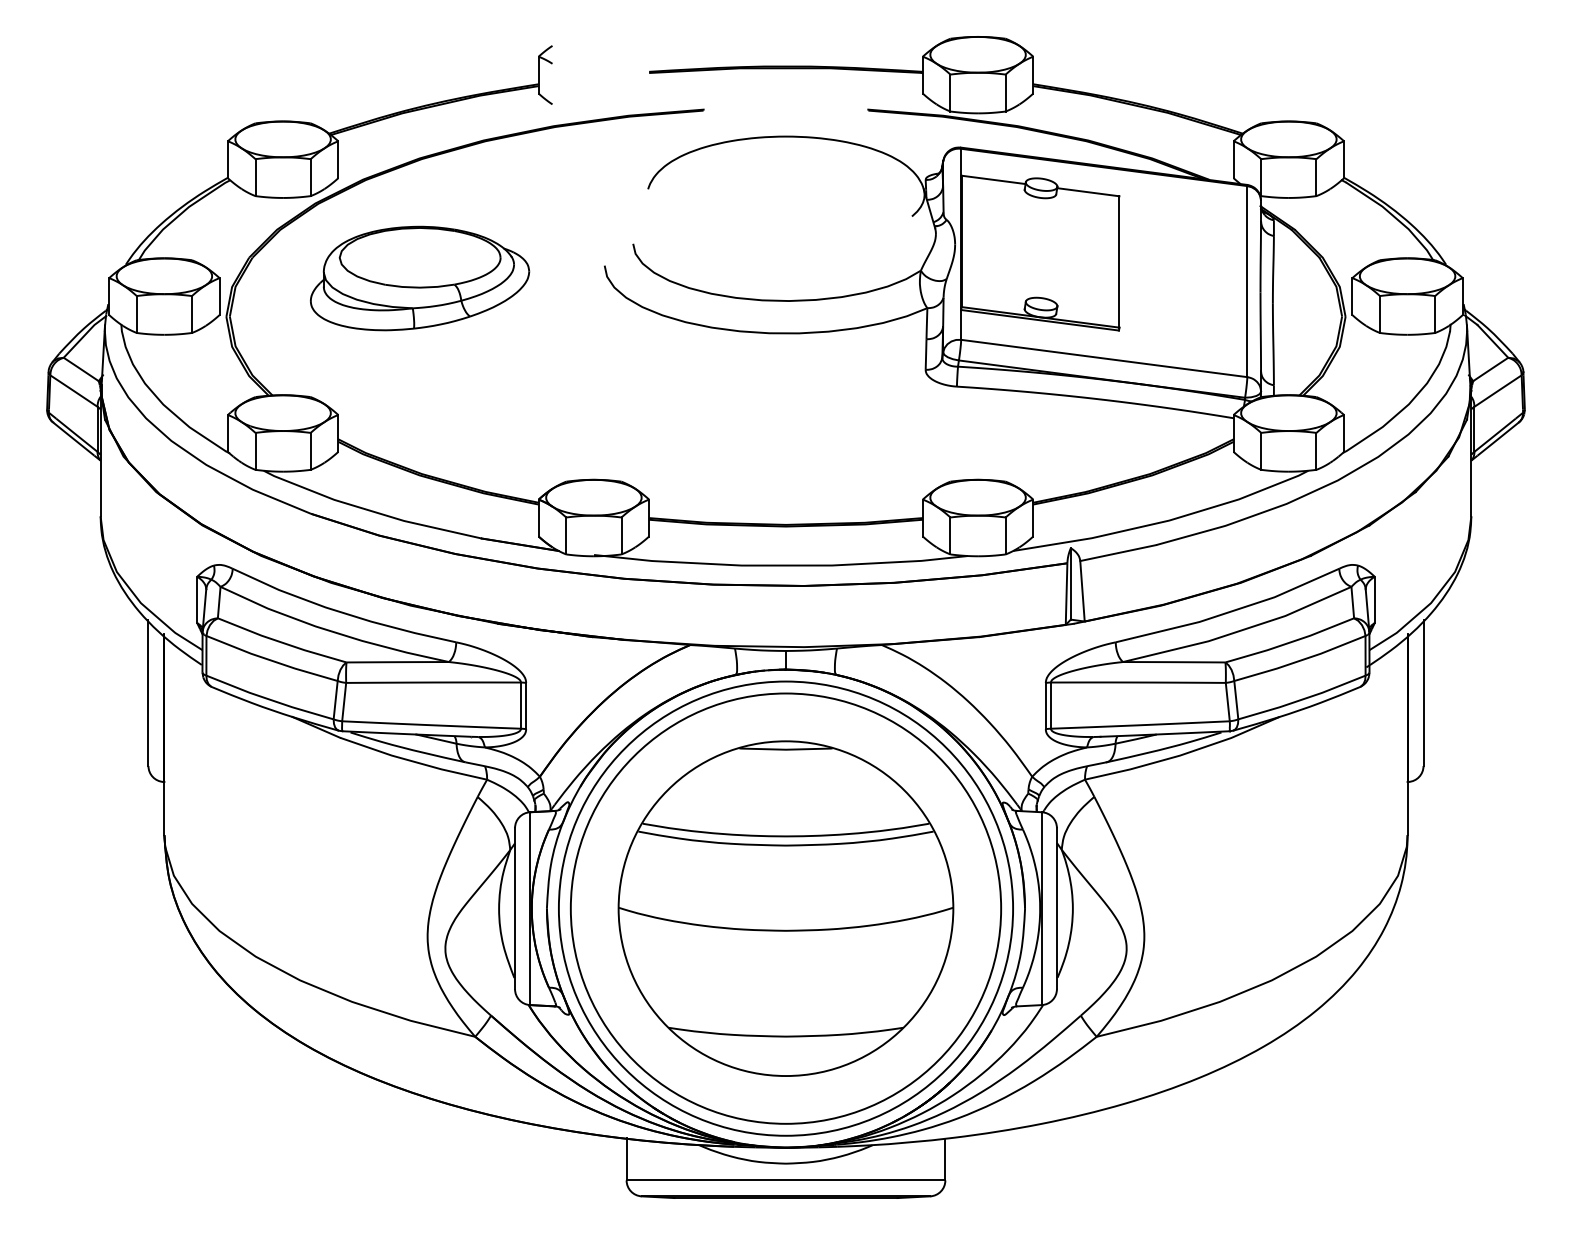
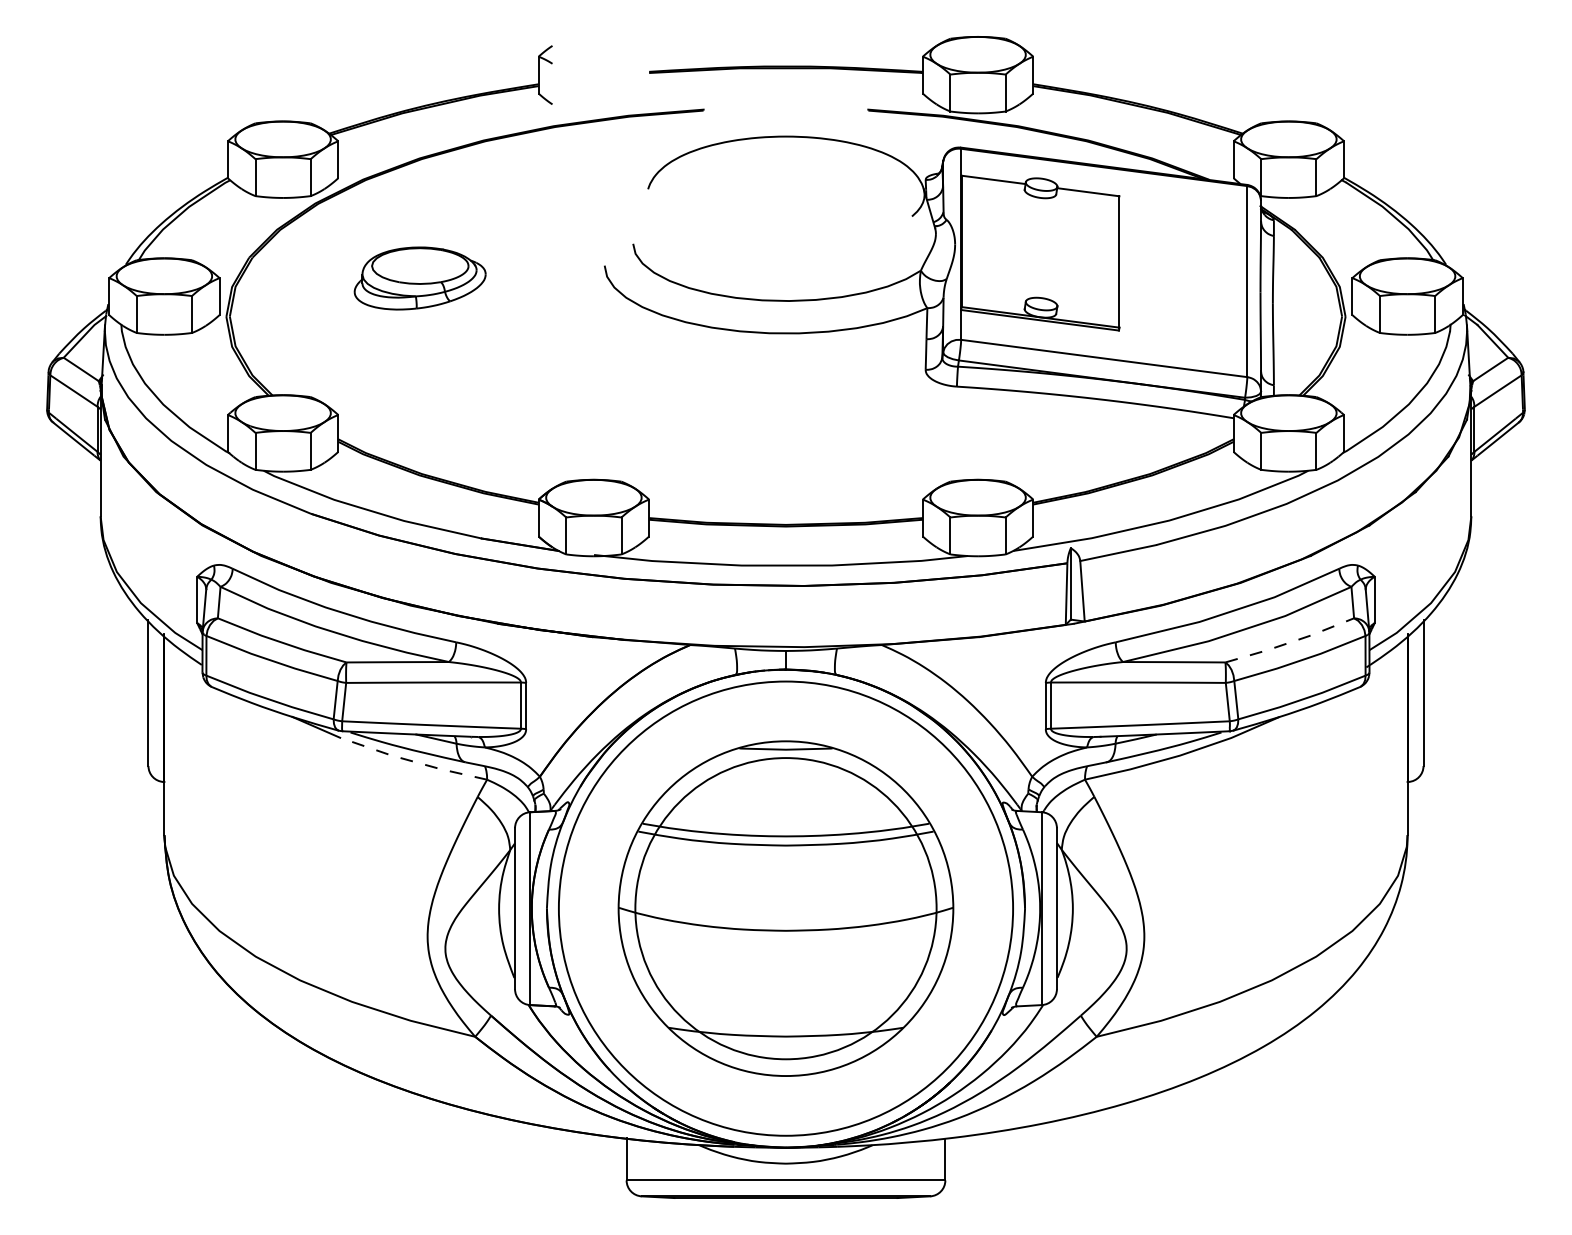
part at (420, 278) size: 221x107 px -> 134x65 px
line at (1290, 642): solid -> dashed
line at (412, 761): solid -> dashed
circle at (785, 908) diameter: 430 px -> 301 px
